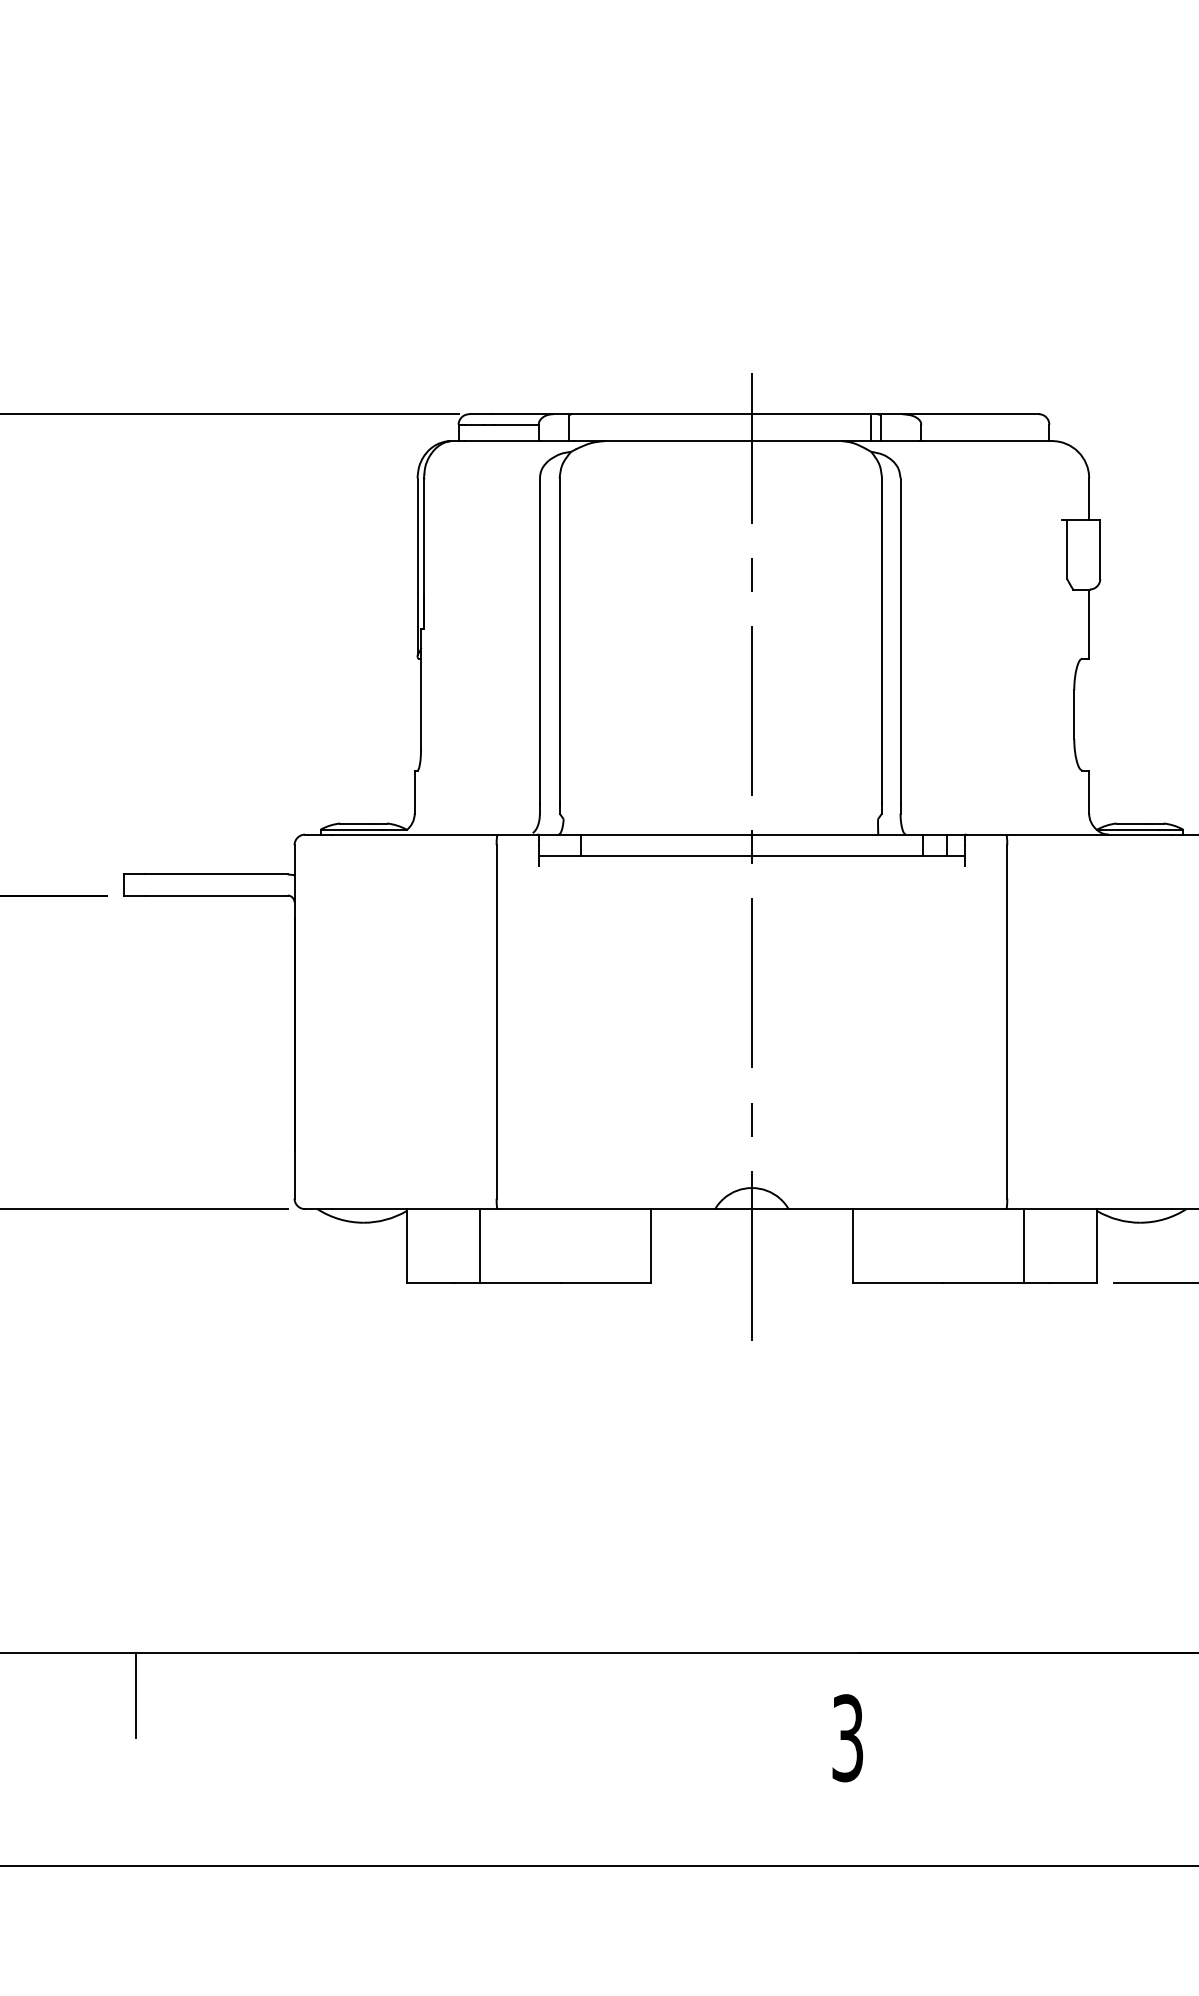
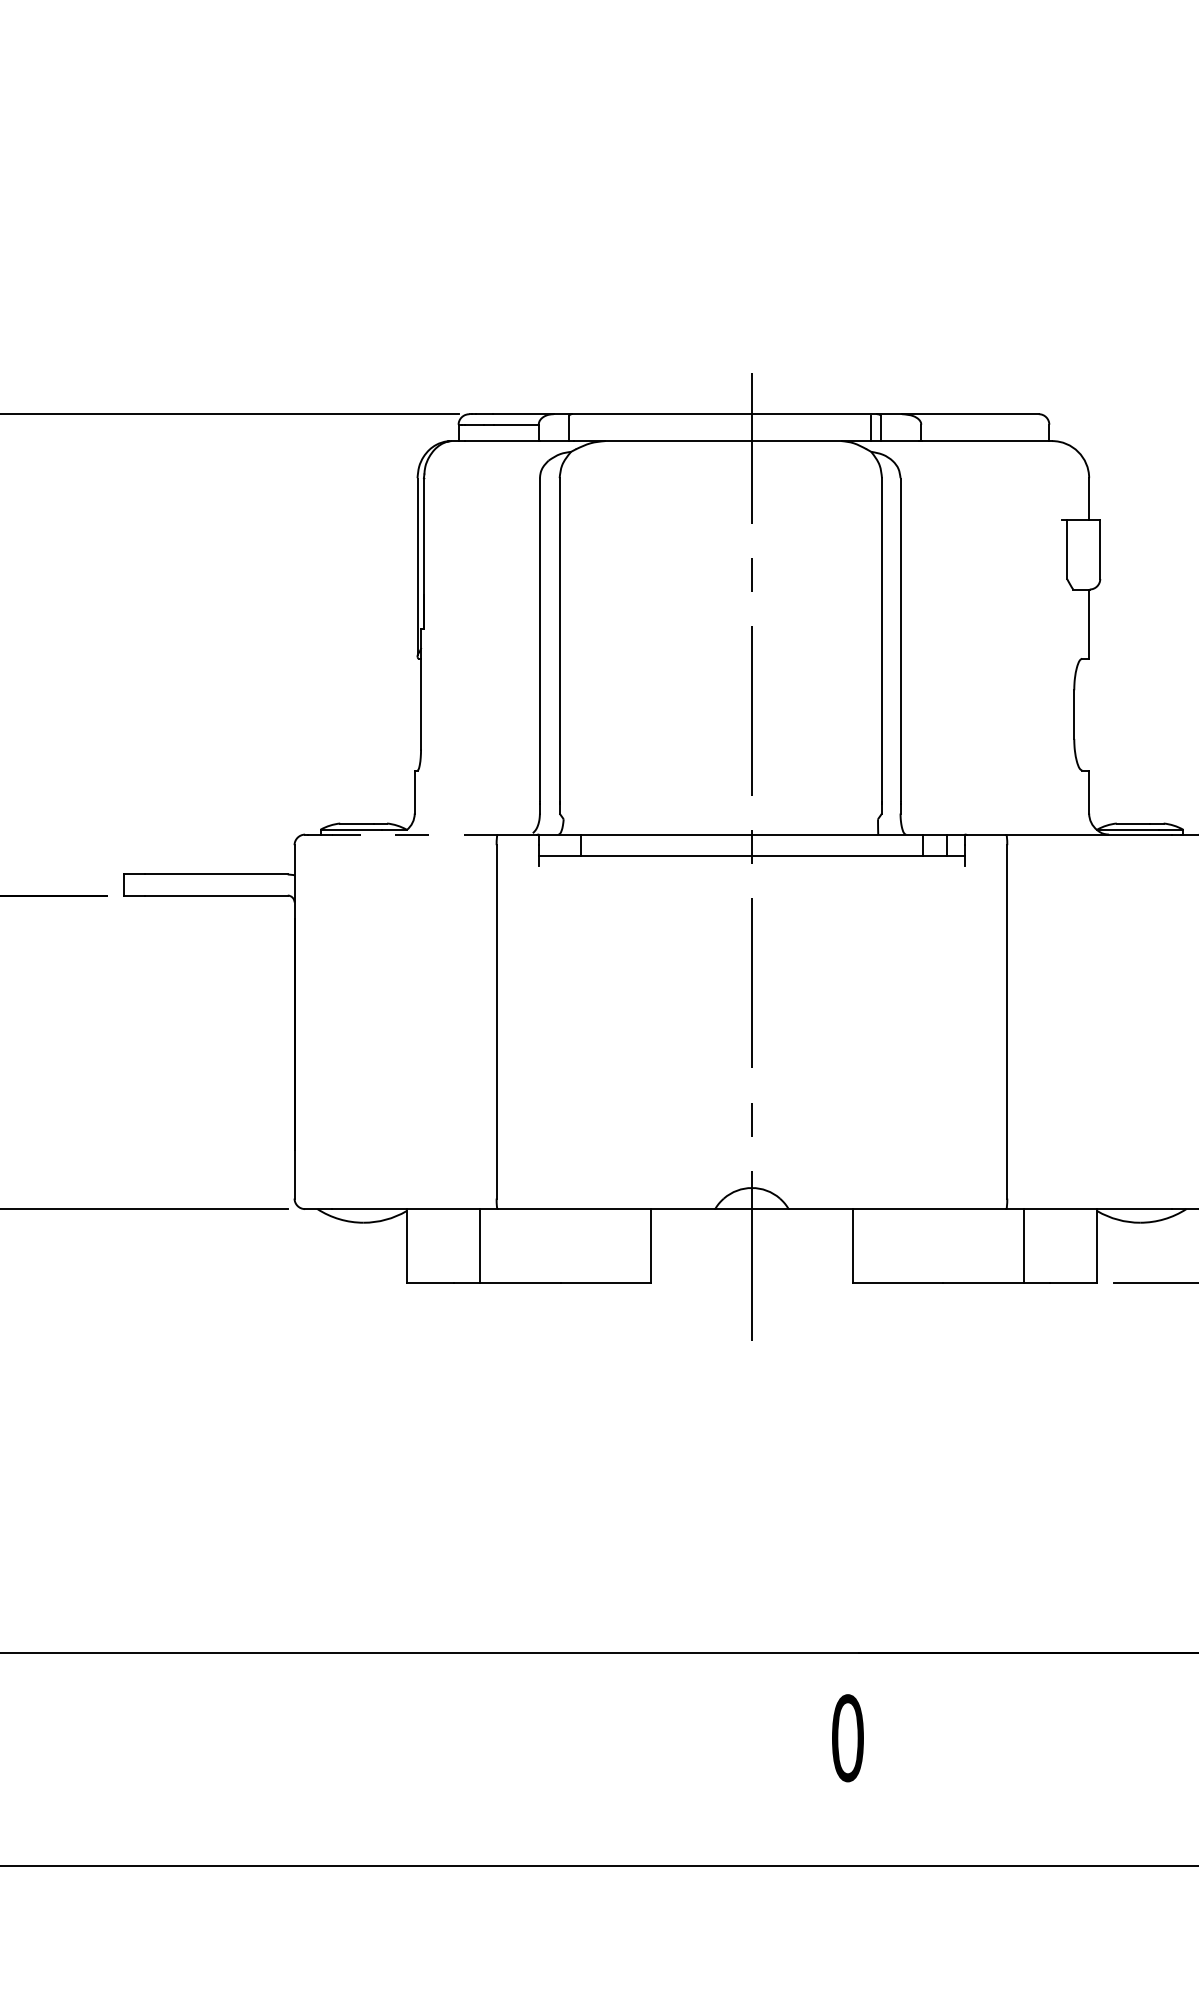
line at (414, 834): solid -> dashed
line at (135, 1695): present -> none
text at (847, 1738): 3 -> 0
